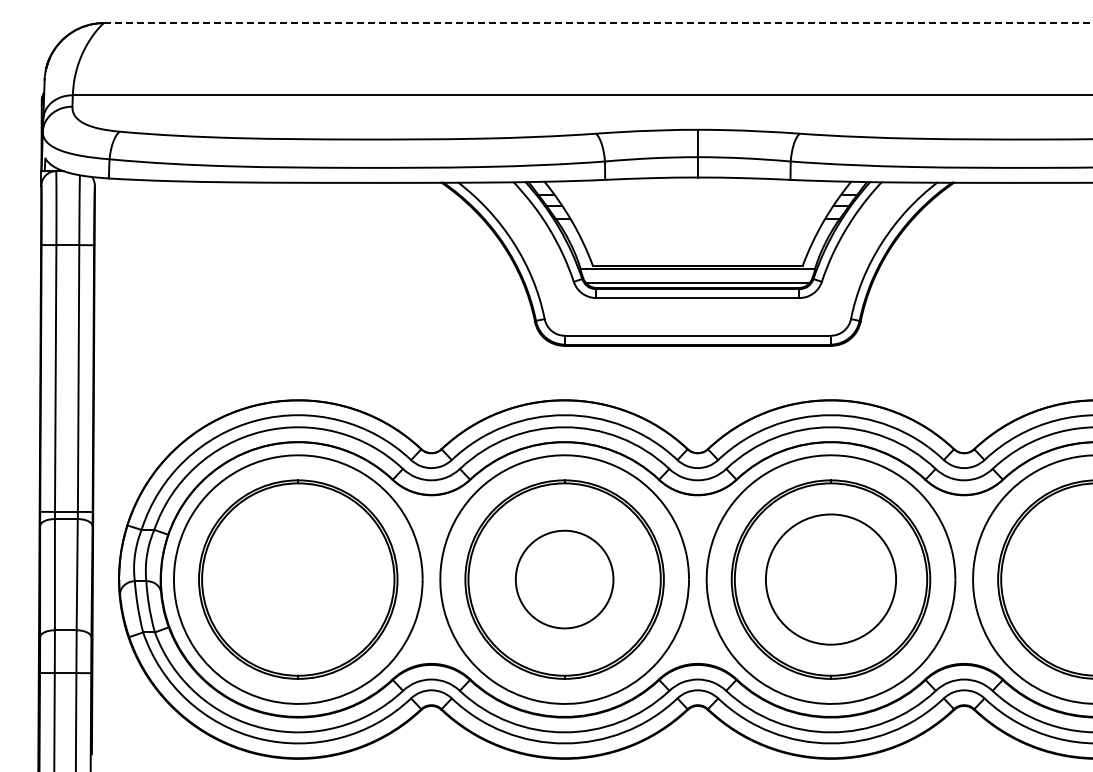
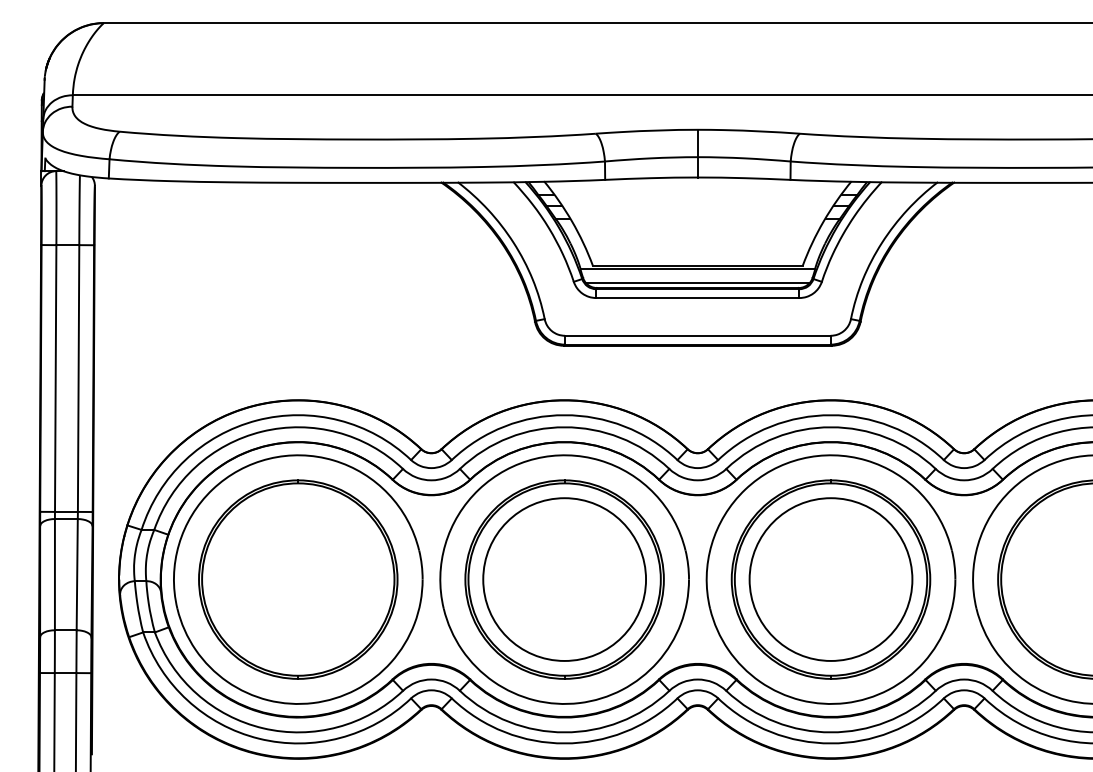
line at (598, 23): dashed -> solid
circle at (564, 579) diameter: 98 px -> 163 px
circle at (830, 579) diameter: 130 px -> 163 px
